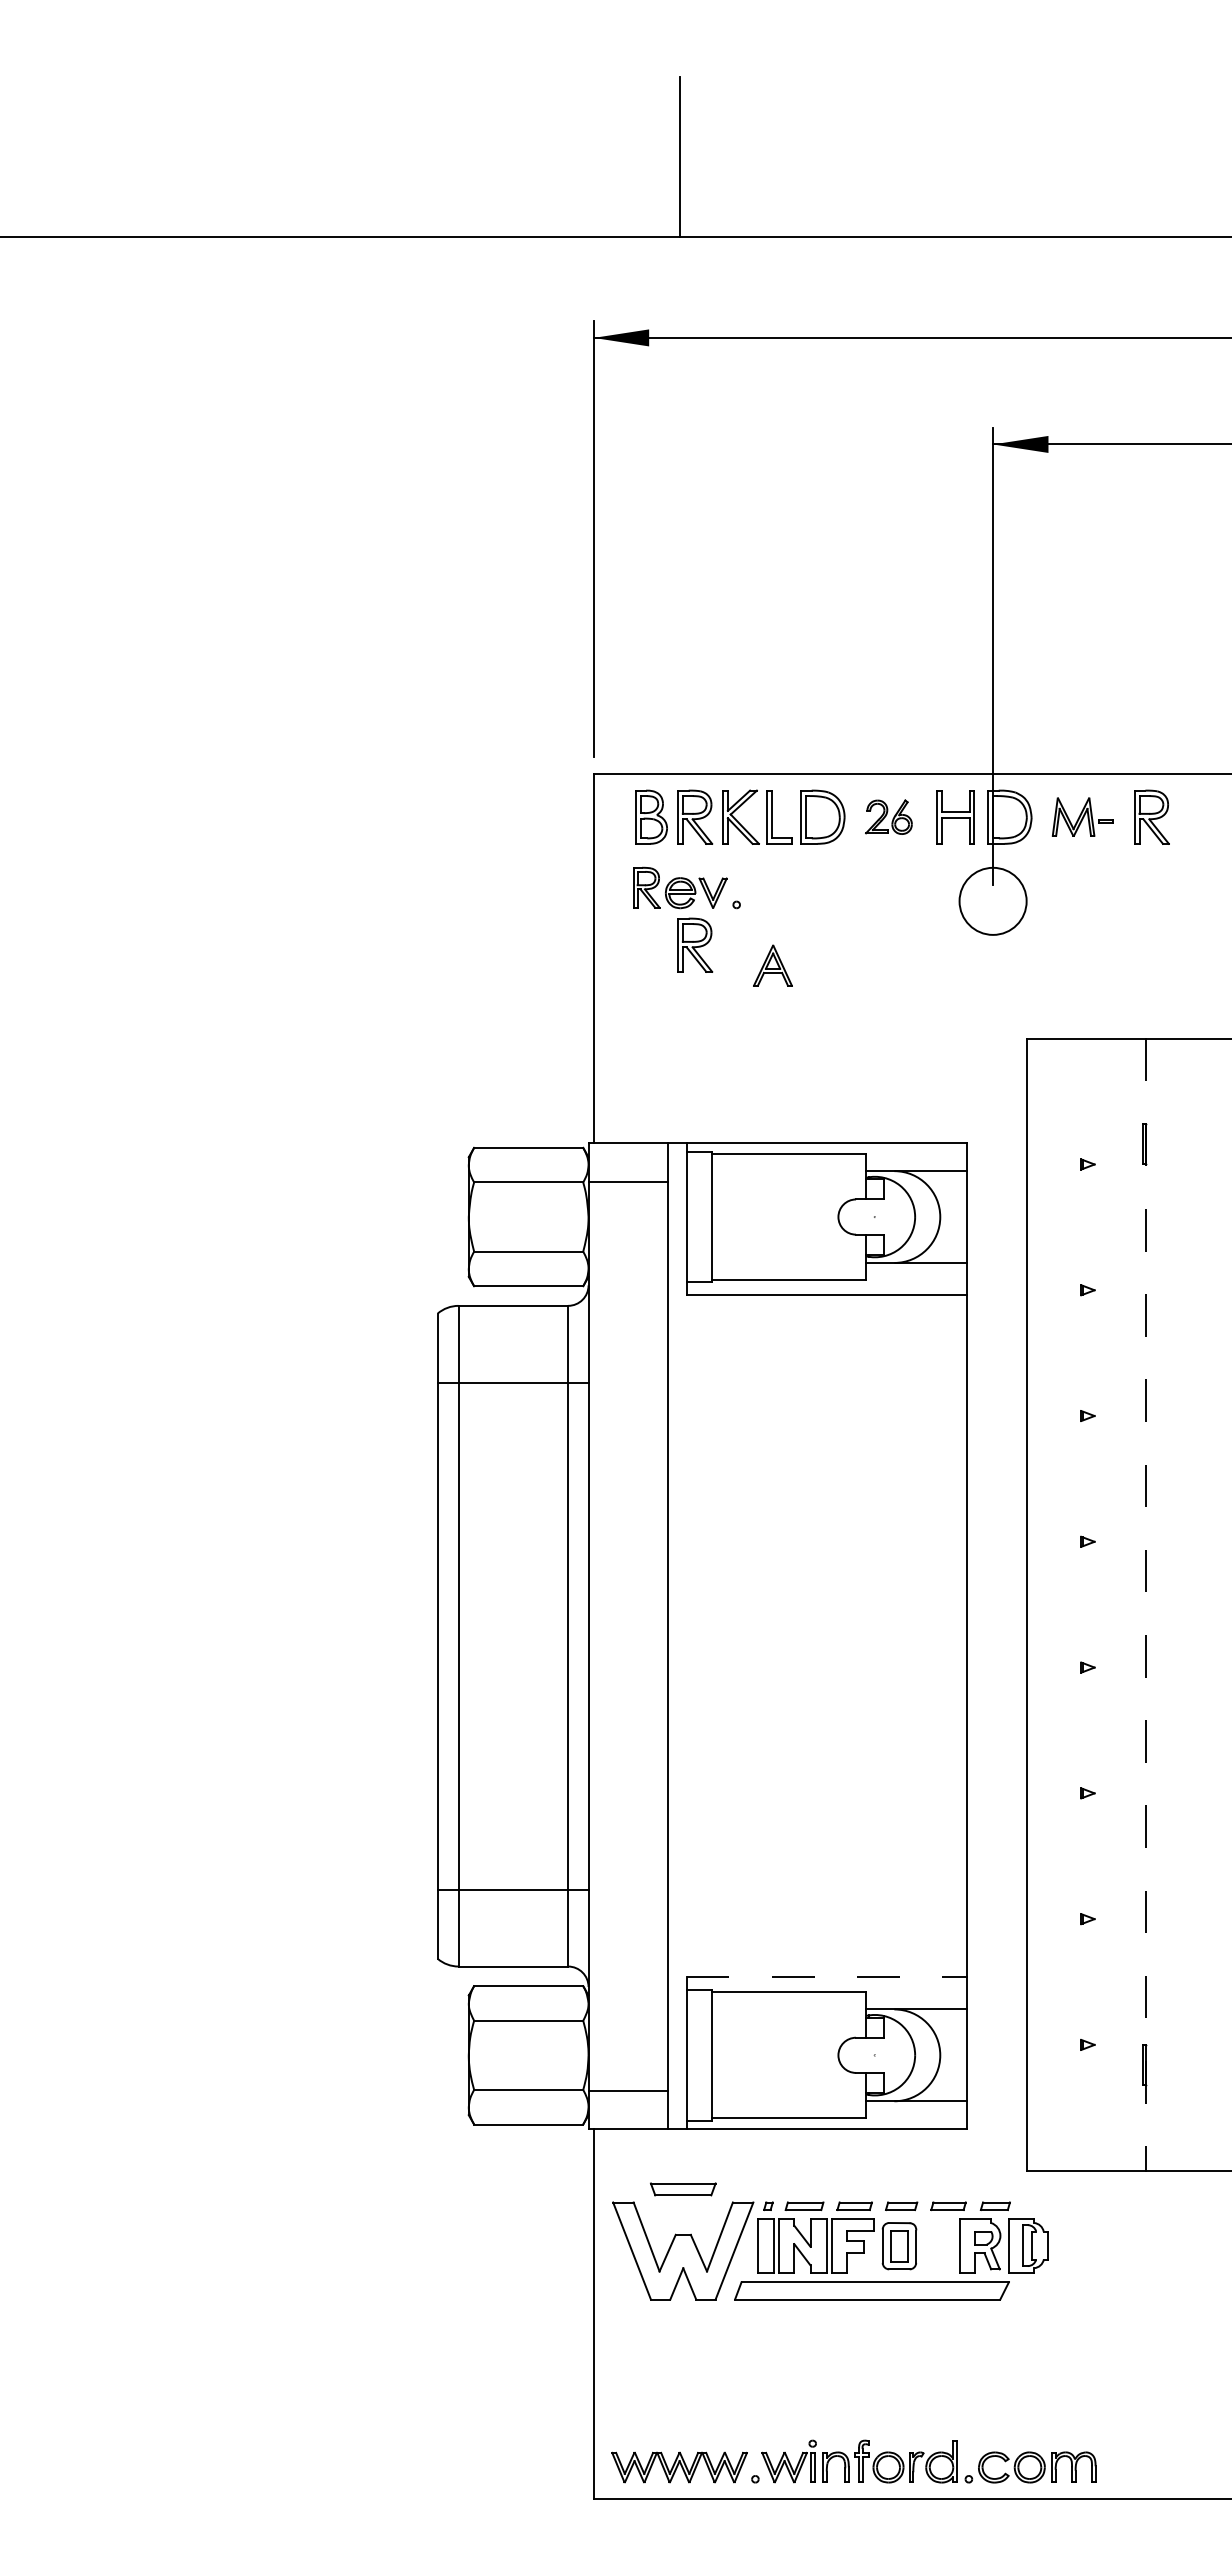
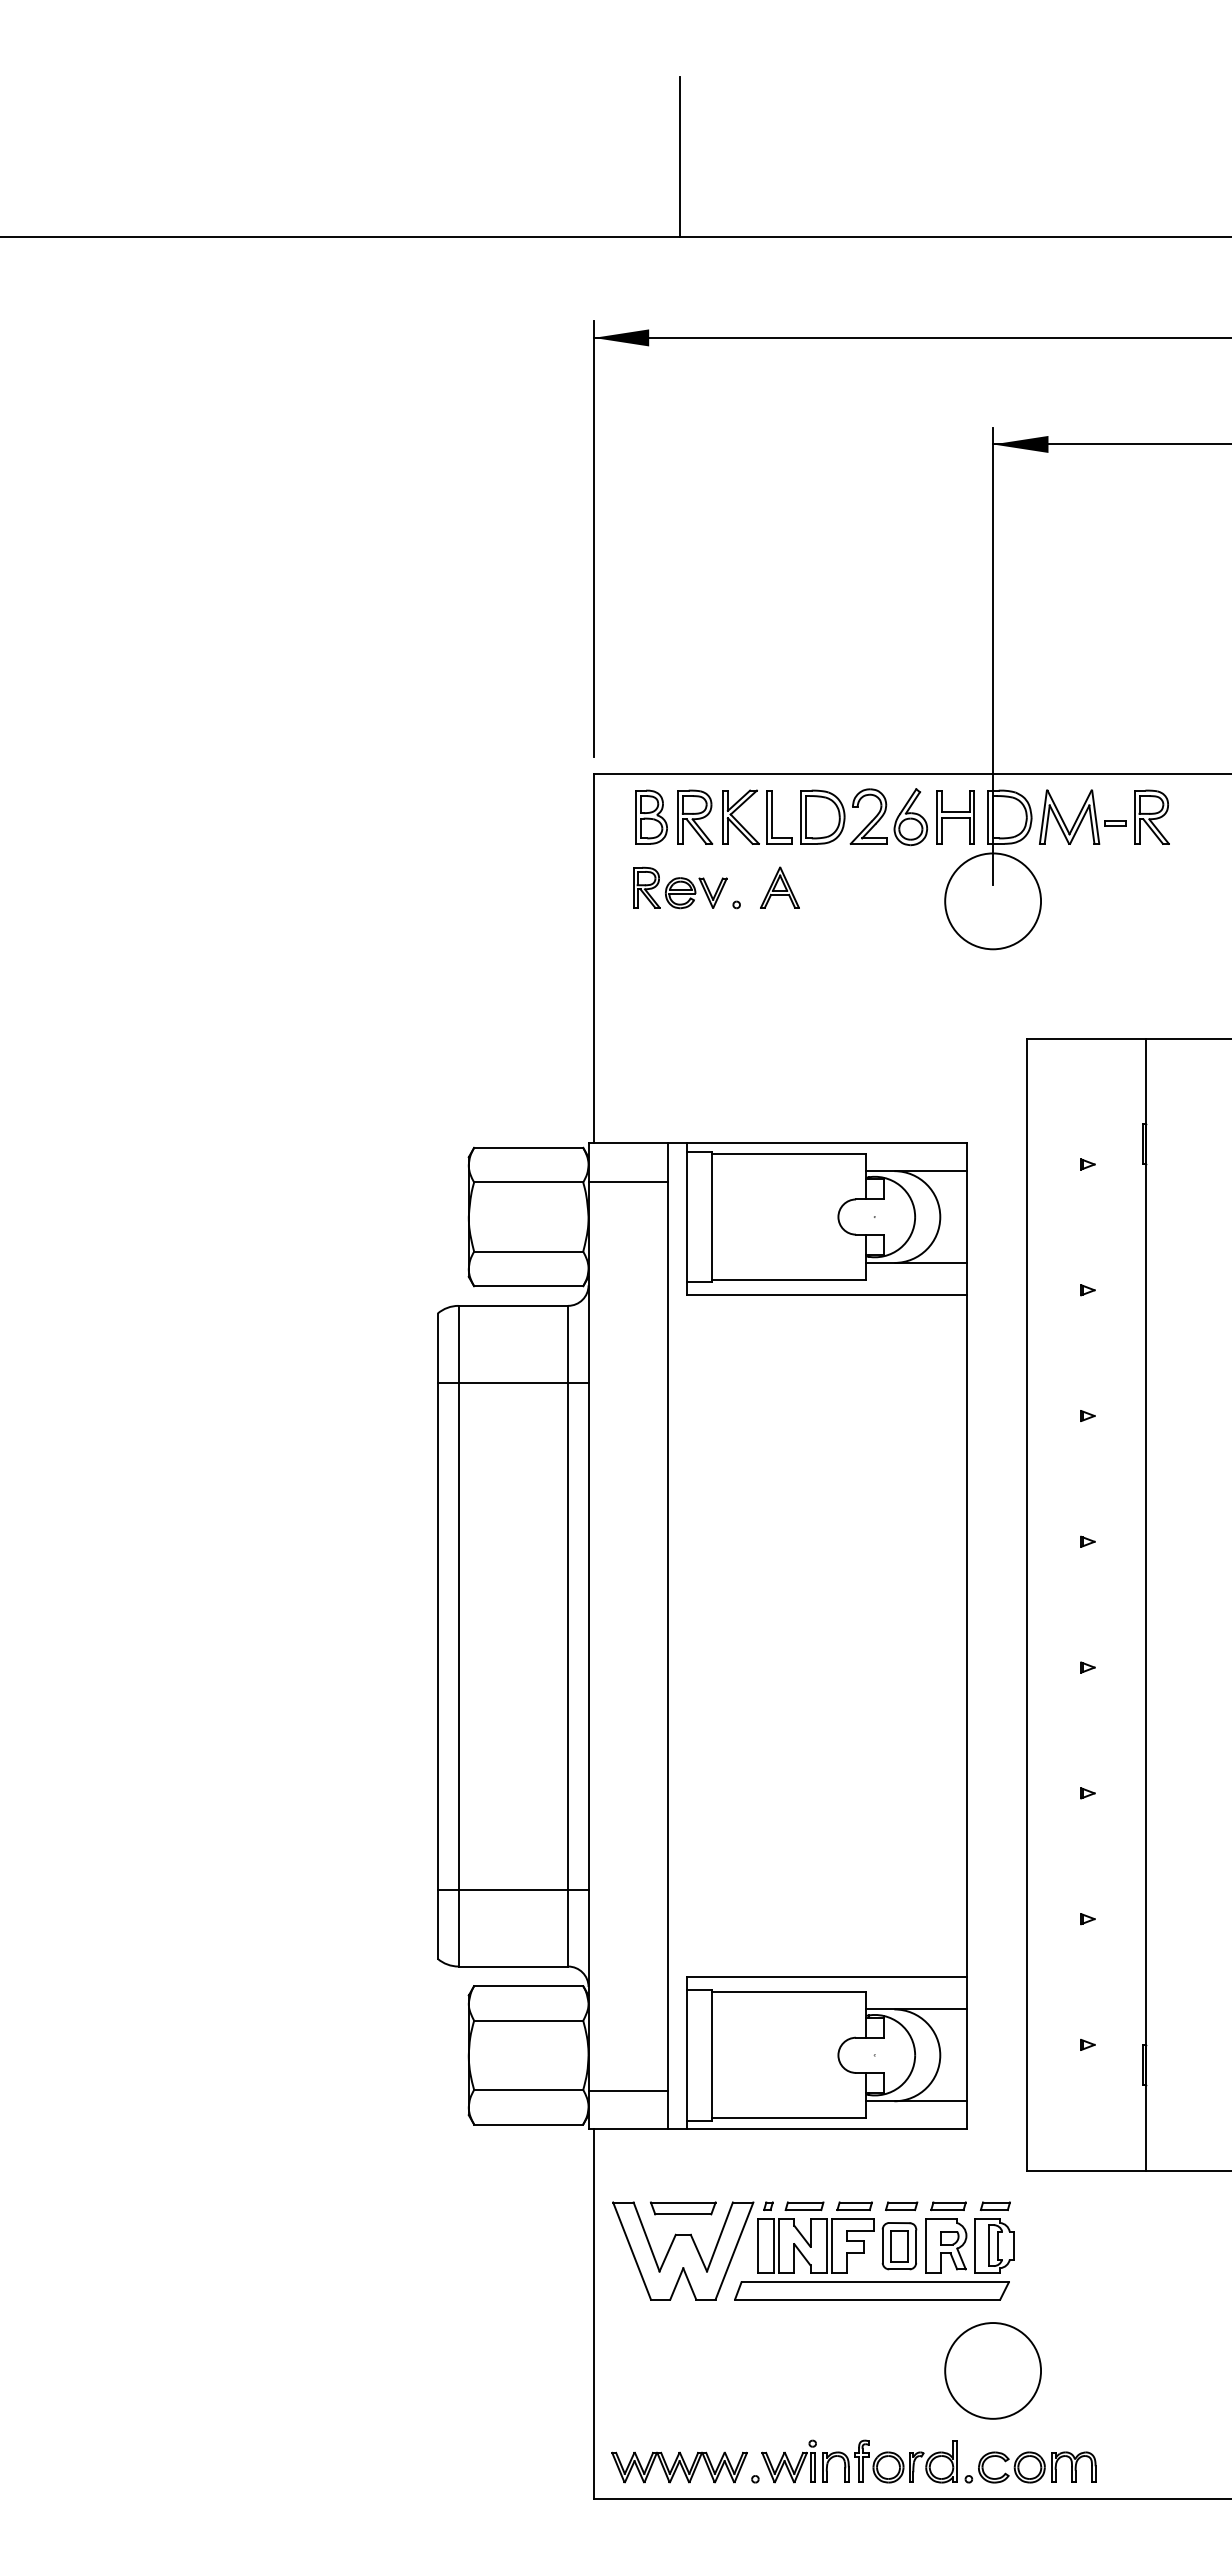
part at (888, 816) size: 48x36 px -> 80x59 px
part at (1082, 816) size: 63x40 px -> 88x56 px
circle at (992, 900) diameter: 67 px -> 96 px
part at (695, 944): present -> none
part at (772, 965) position: (772, 965) -> (779, 887)
line at (1146, 1604): dashed -> solid
line at (827, 1977): dashed -> solid
part at (683, 2189) position: (683, 2189) -> (683, 2208)
part at (1003, 2245) position: (1003, 2245) -> (969, 2245)
circle at (992, 2370): none -> present
